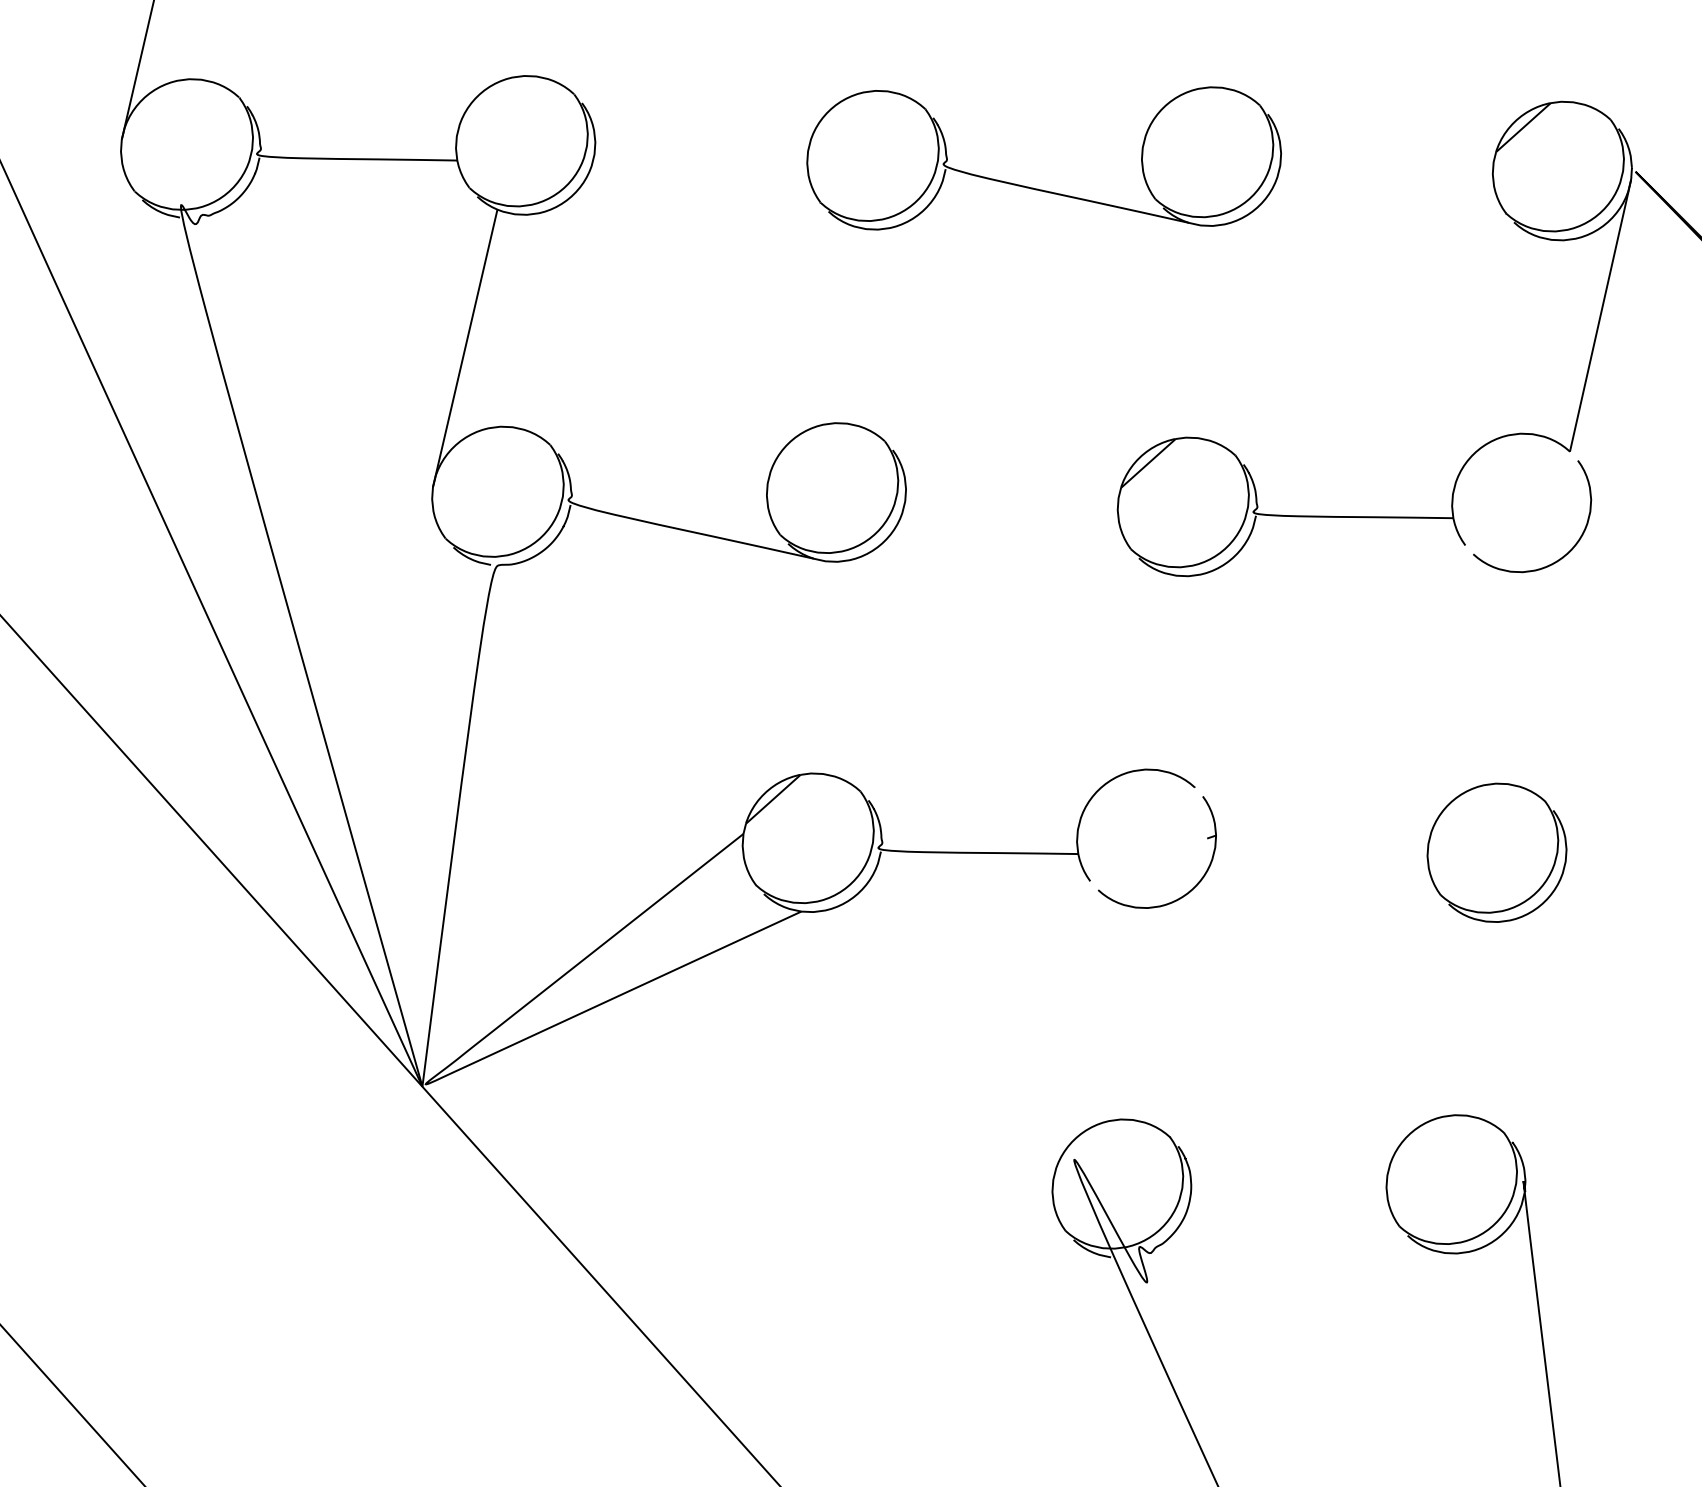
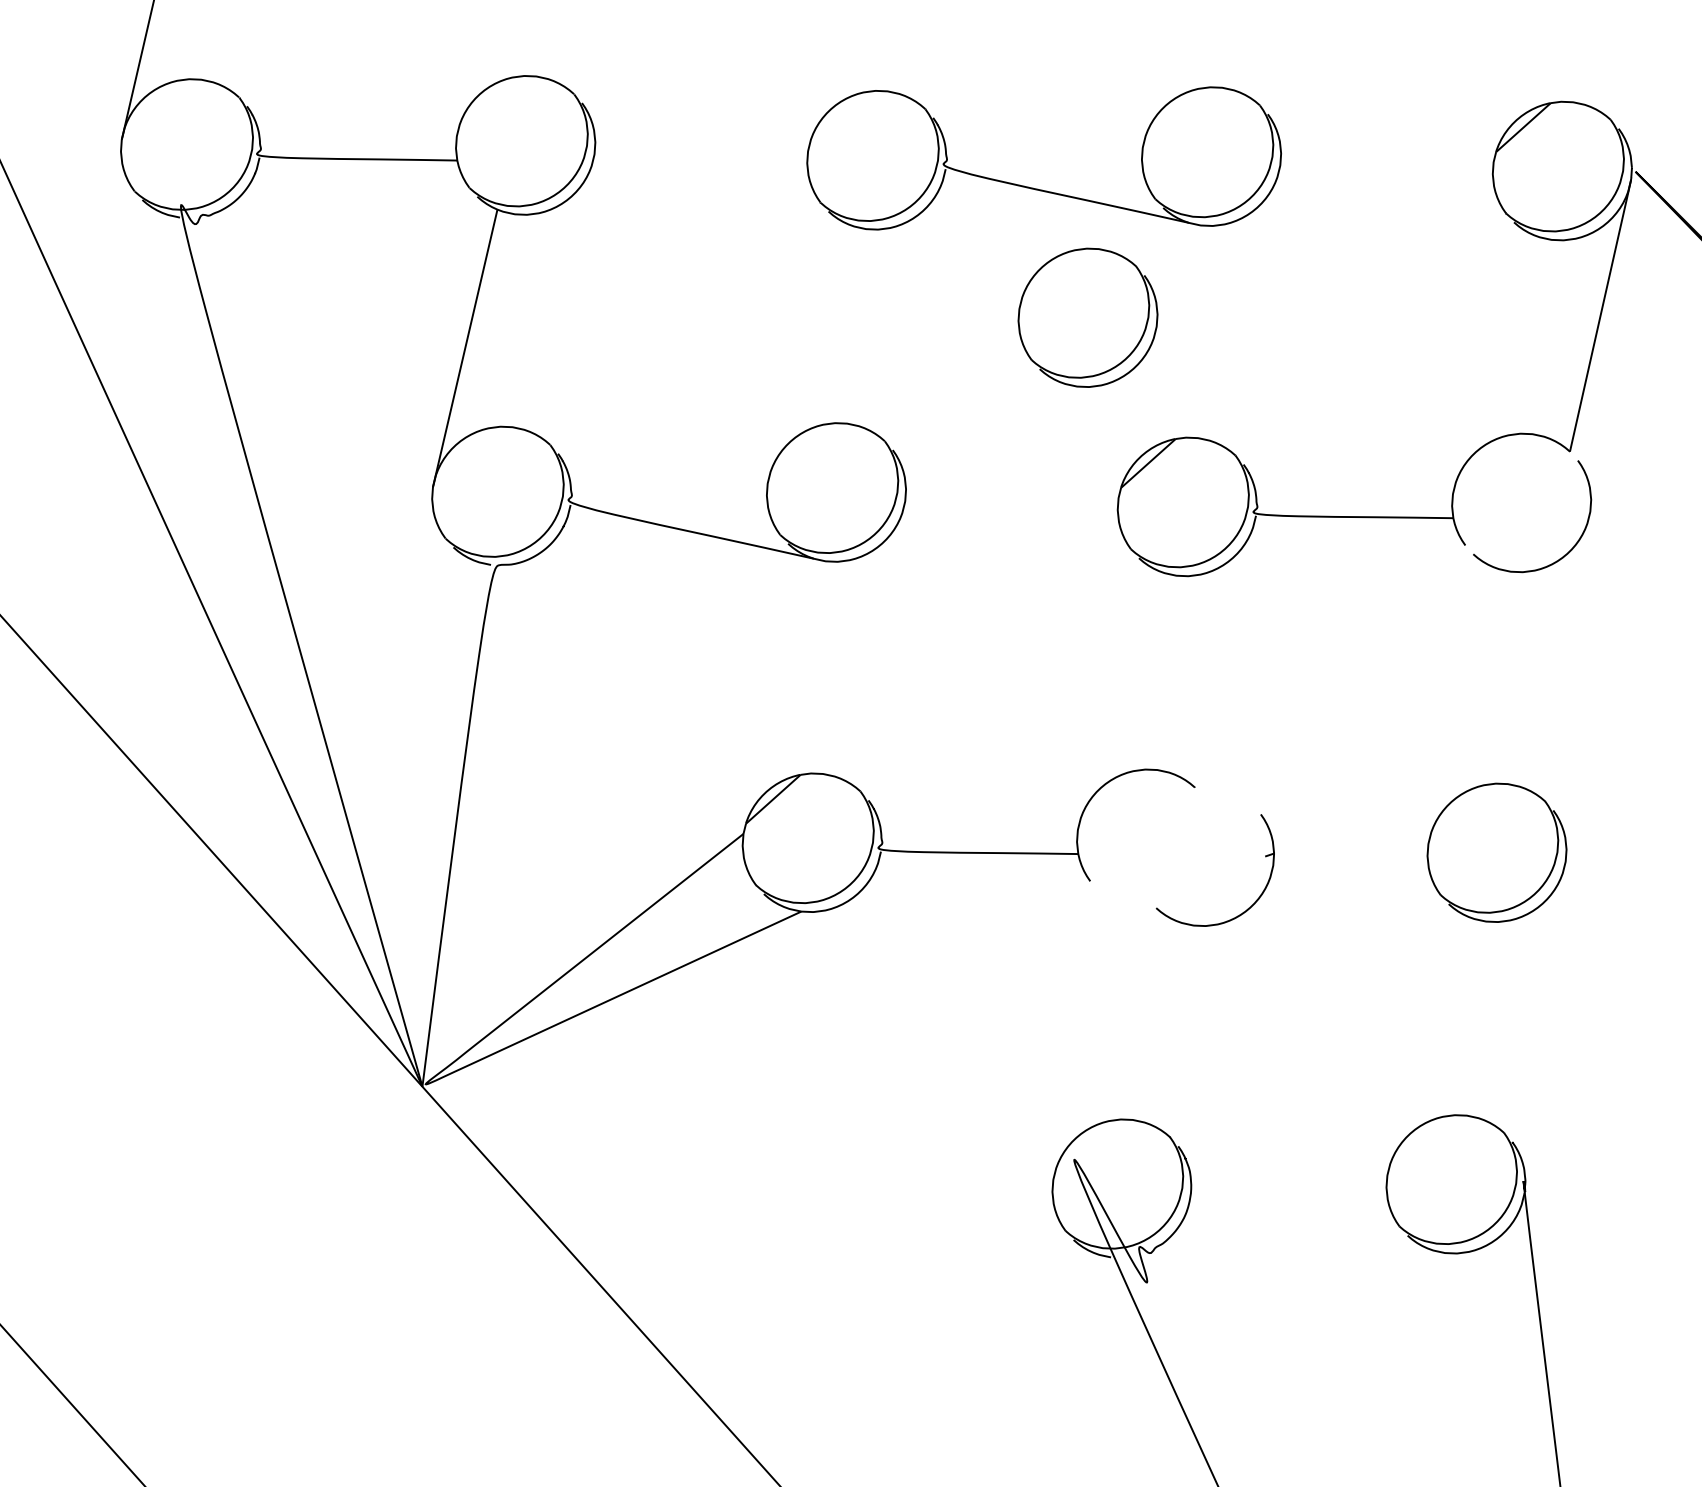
part at (1087, 317): none -> present
part at (1185, 893) position: (1185, 893) -> (1243, 911)
